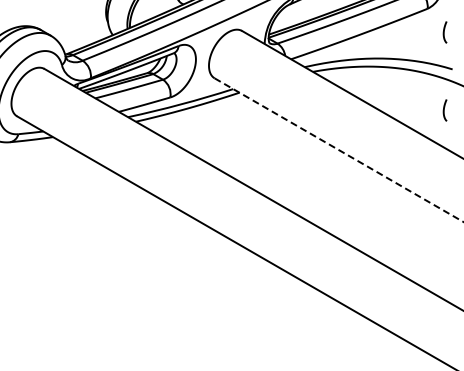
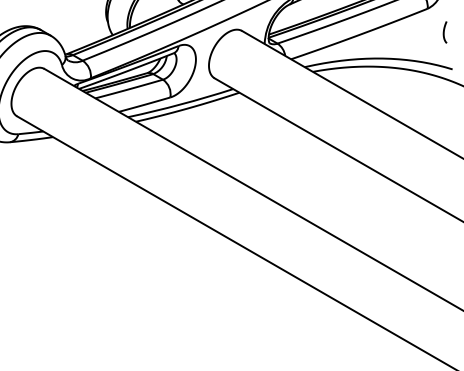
curve at (444, 110): present -> none
line at (339, 150): dashed -> solid
